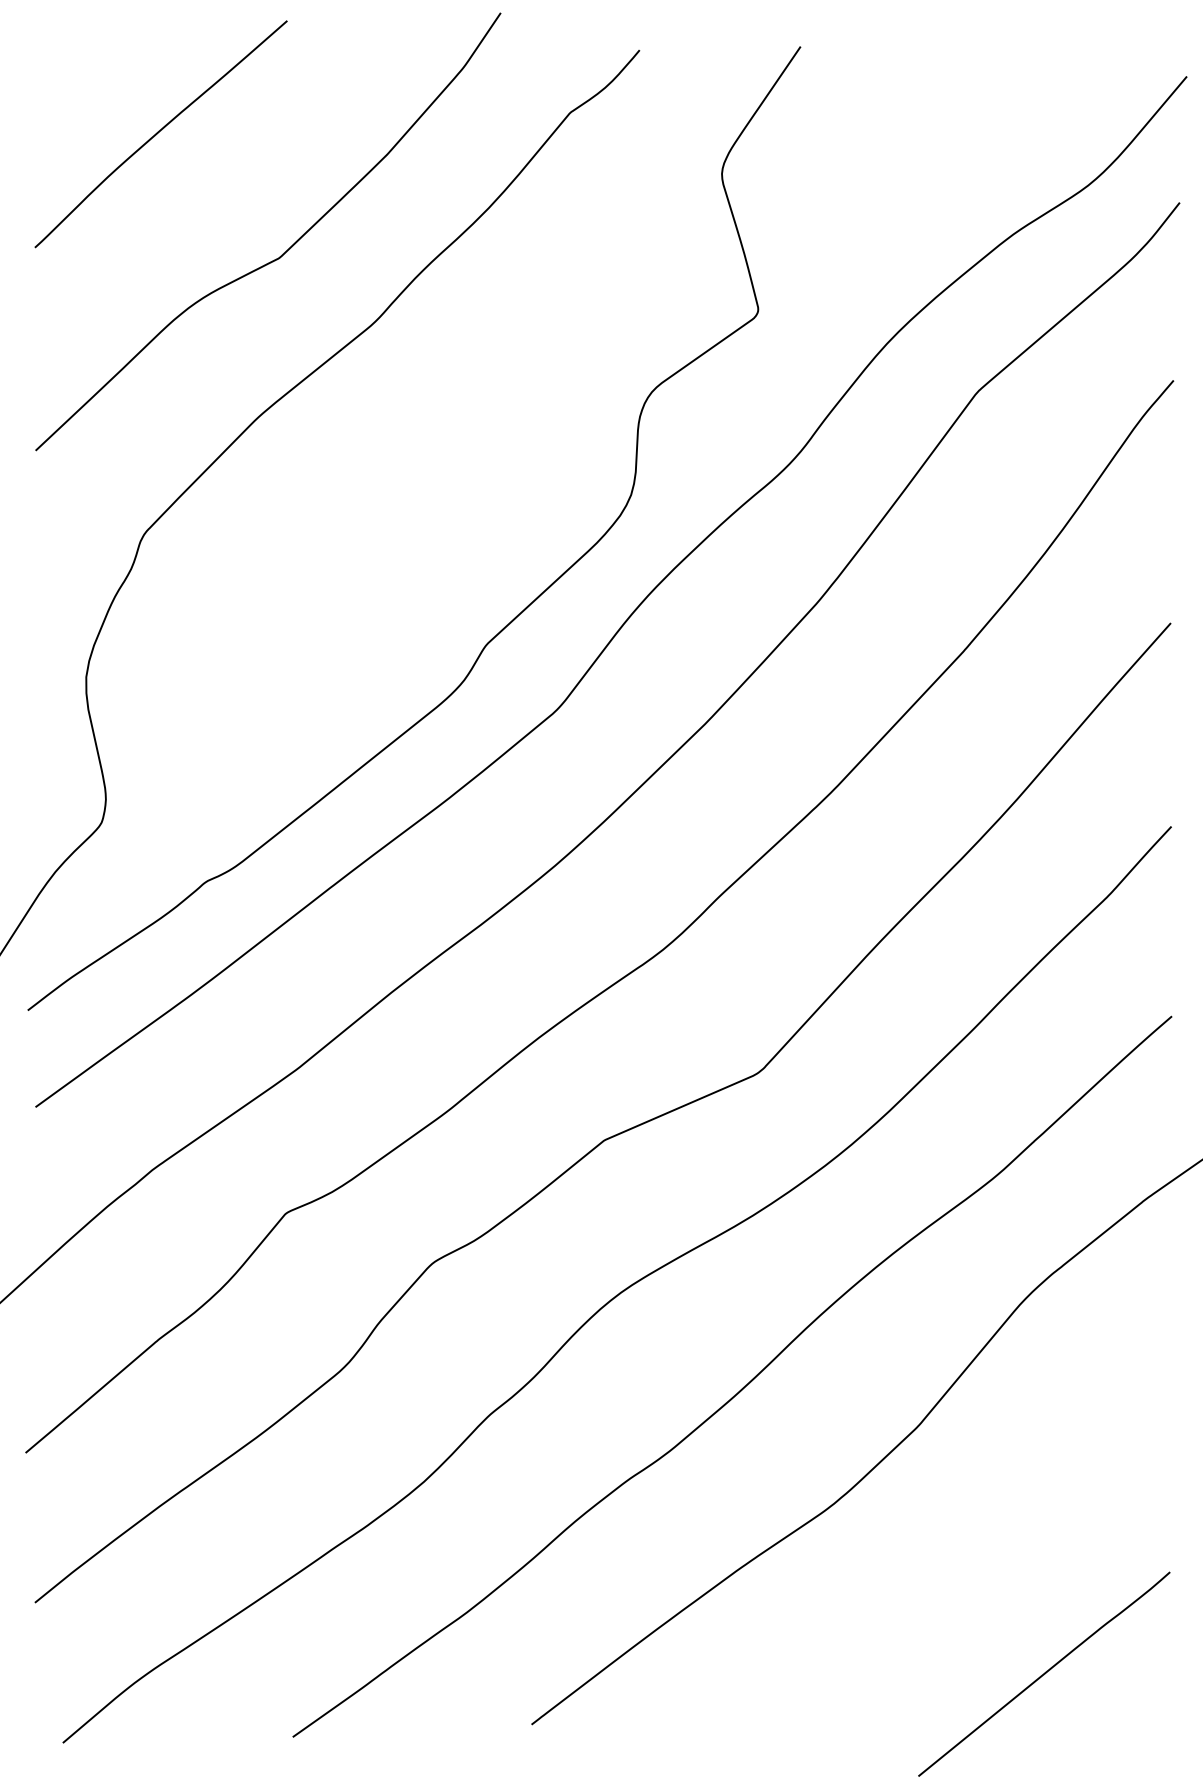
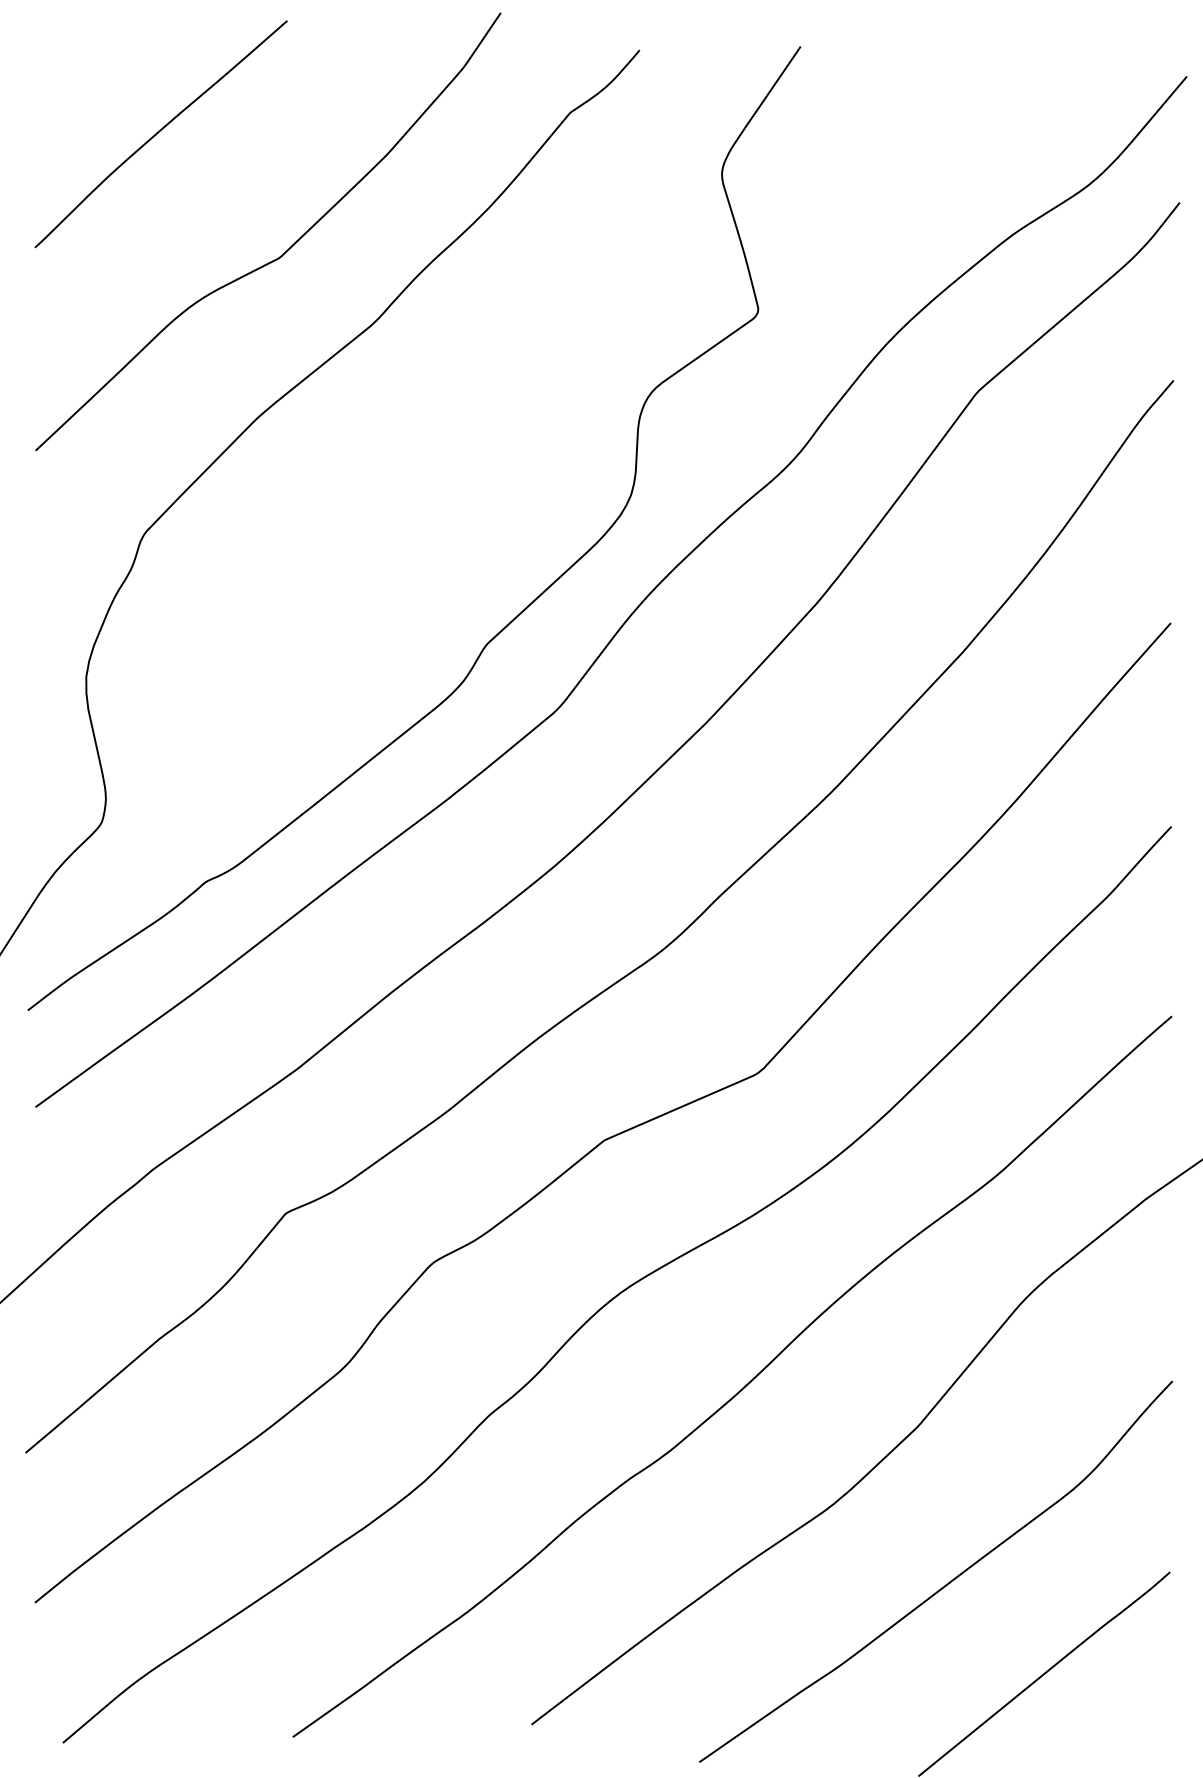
curve at (945, 1584): none -> present
